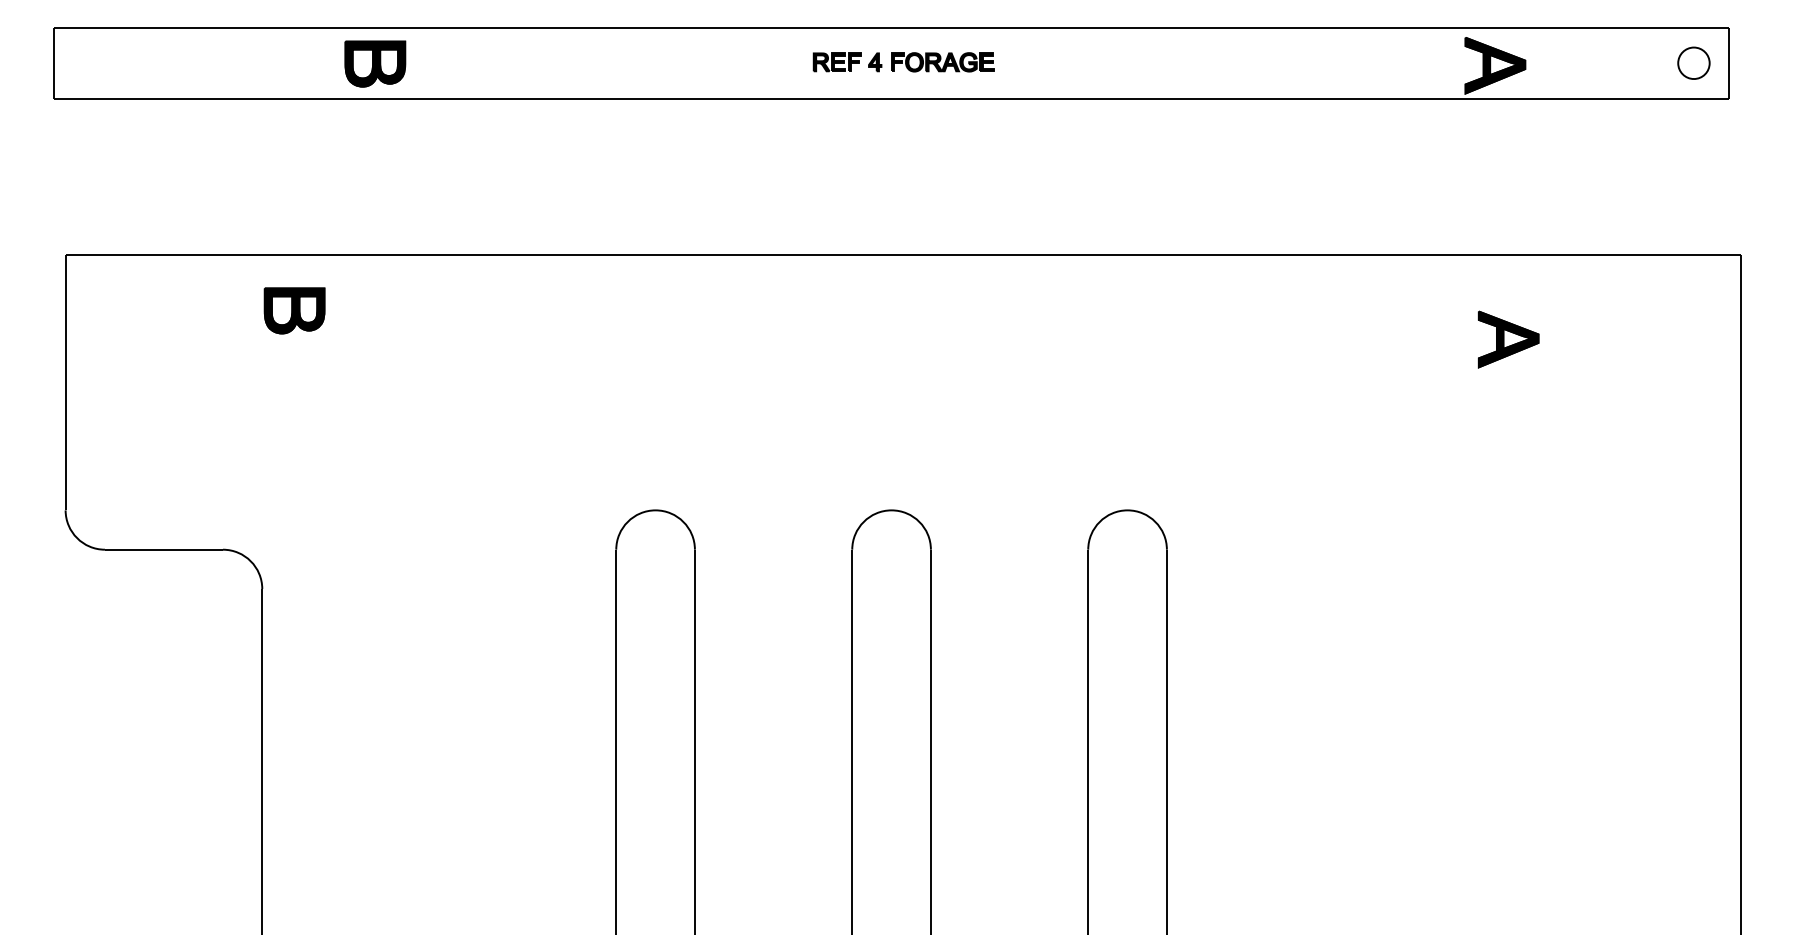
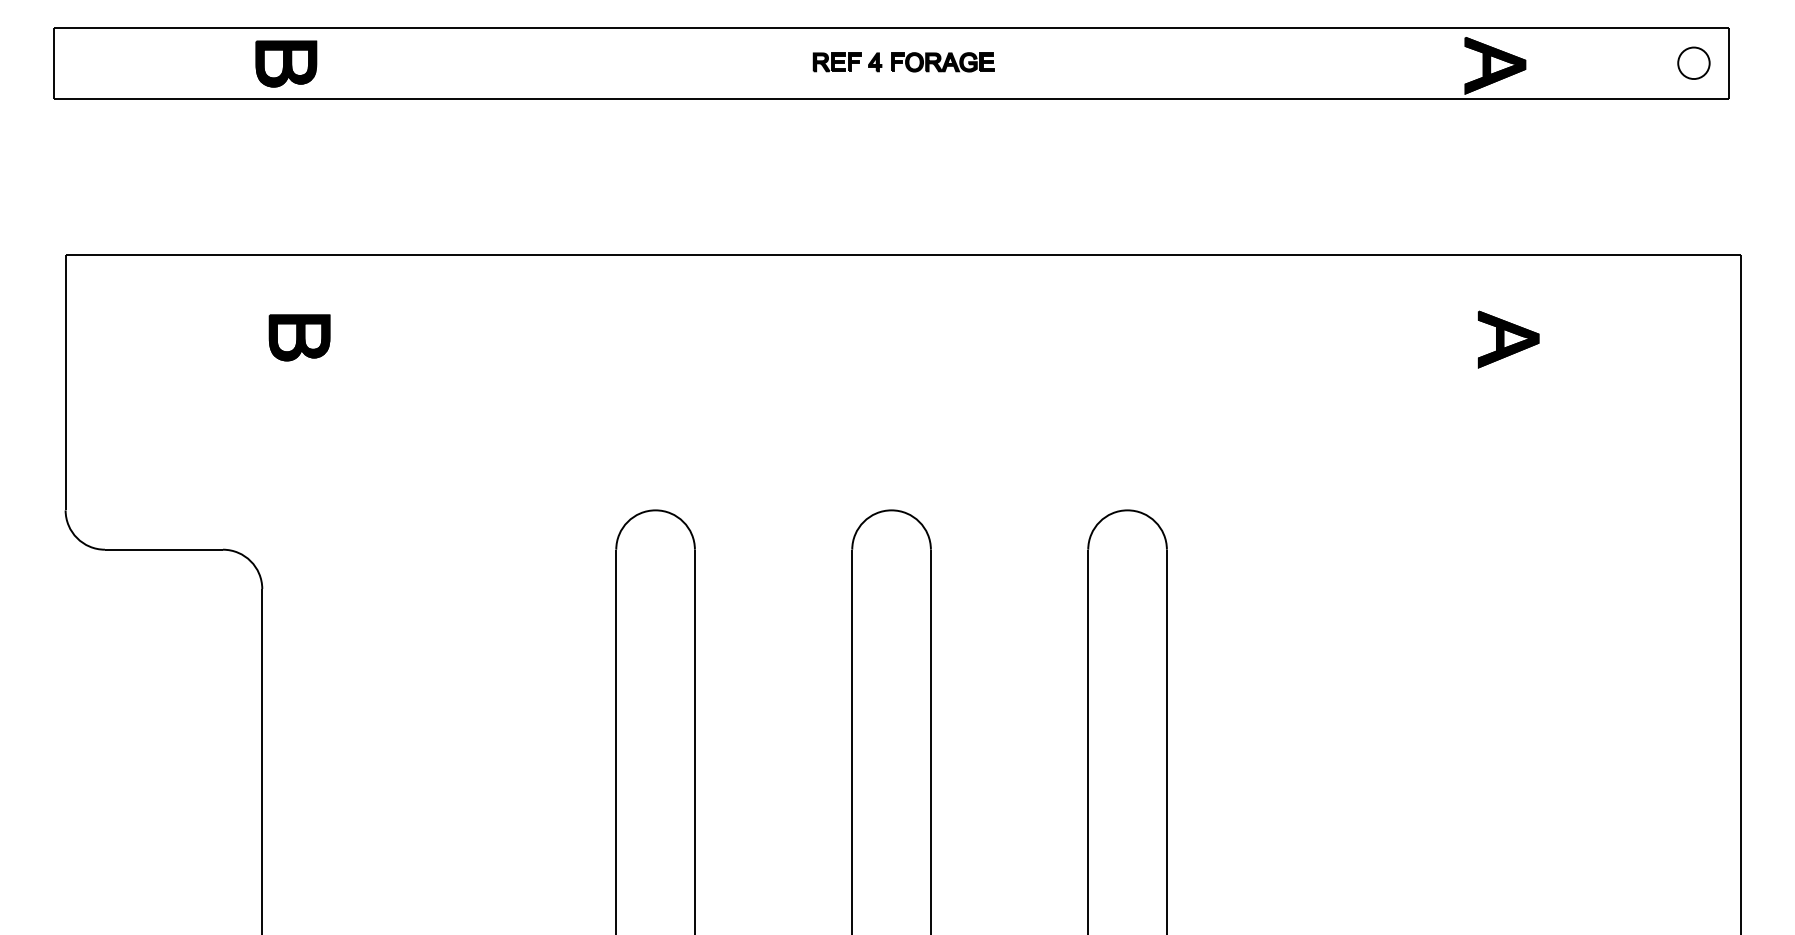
part at (375, 63) position: (375, 63) -> (286, 63)
part at (294, 310) position: (294, 310) -> (299, 337)
